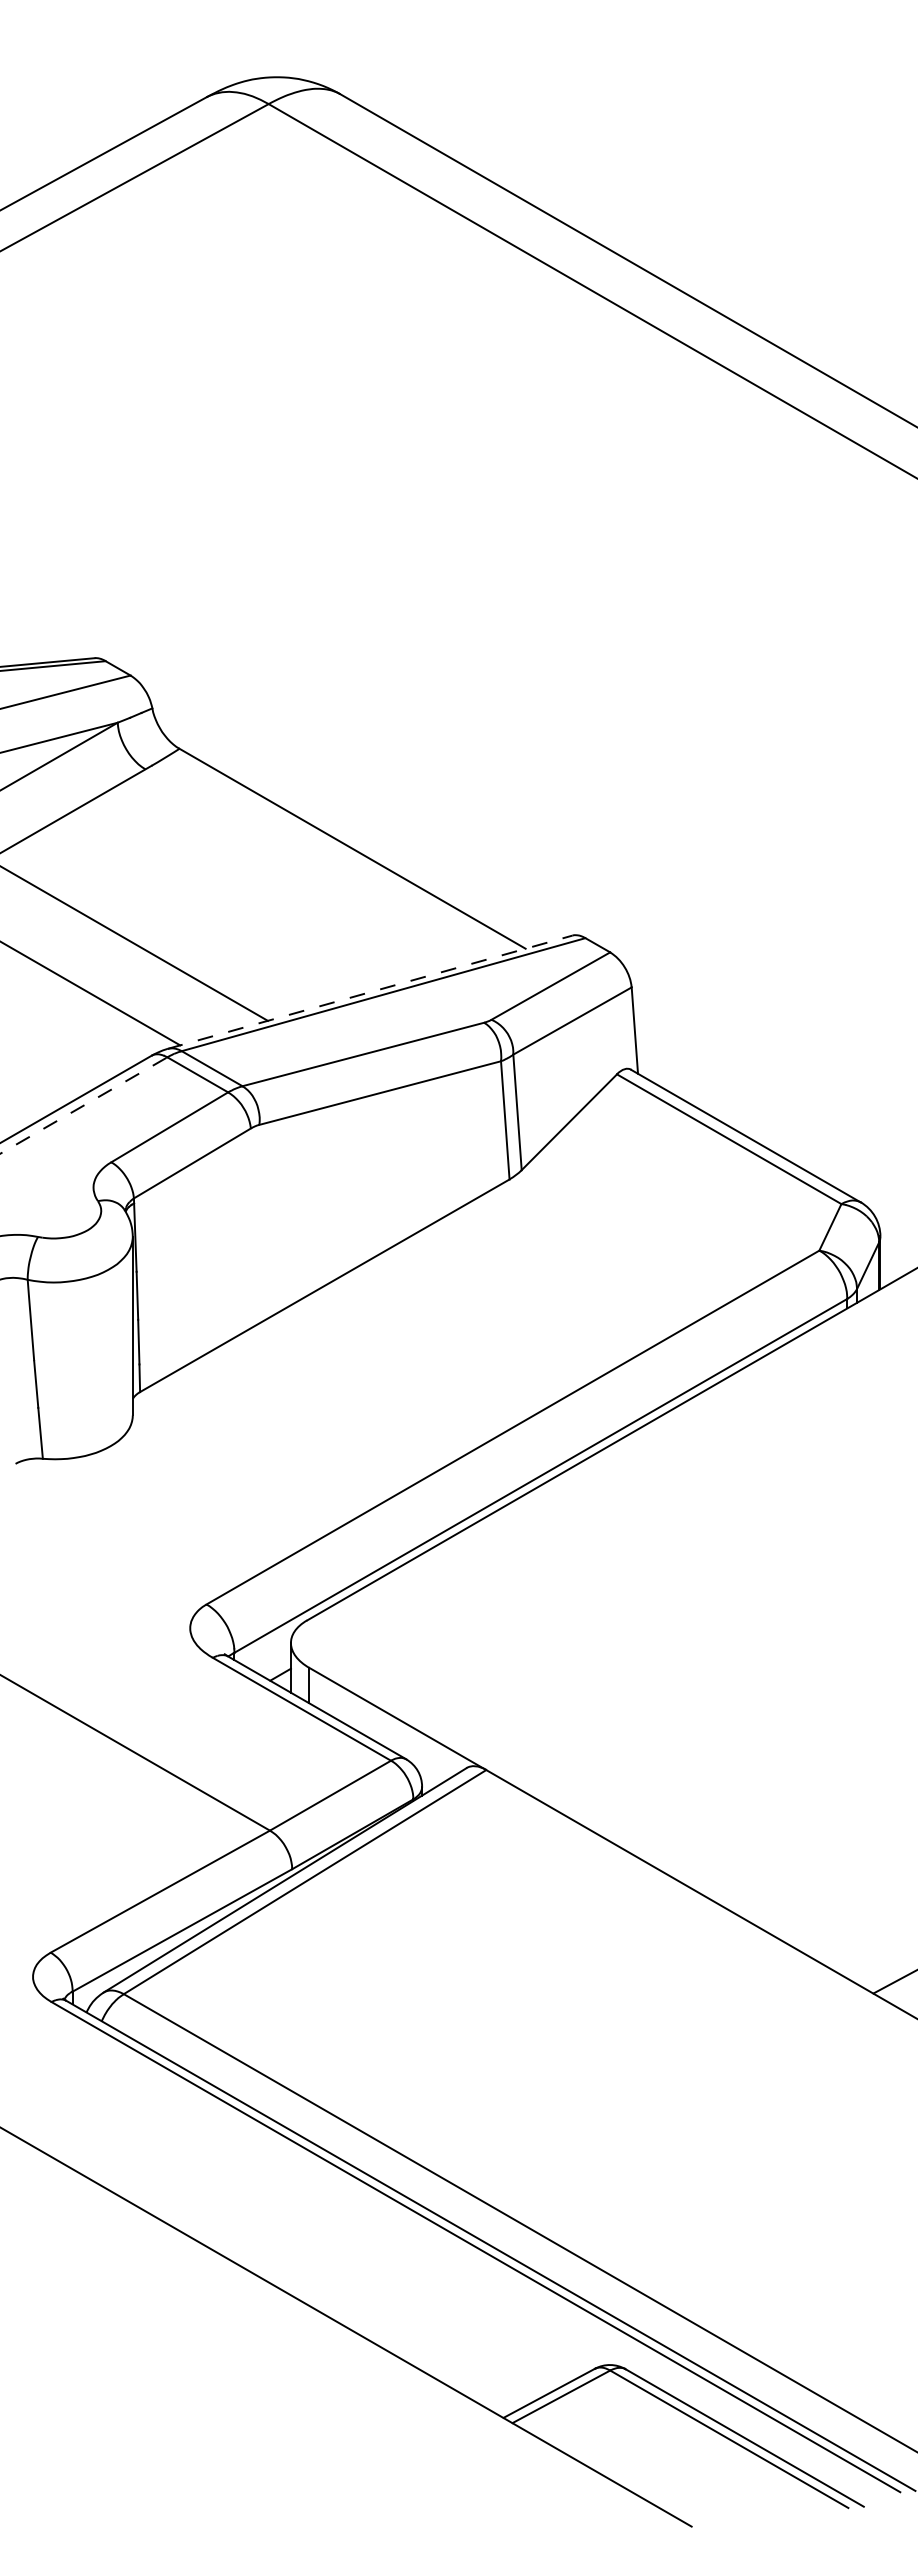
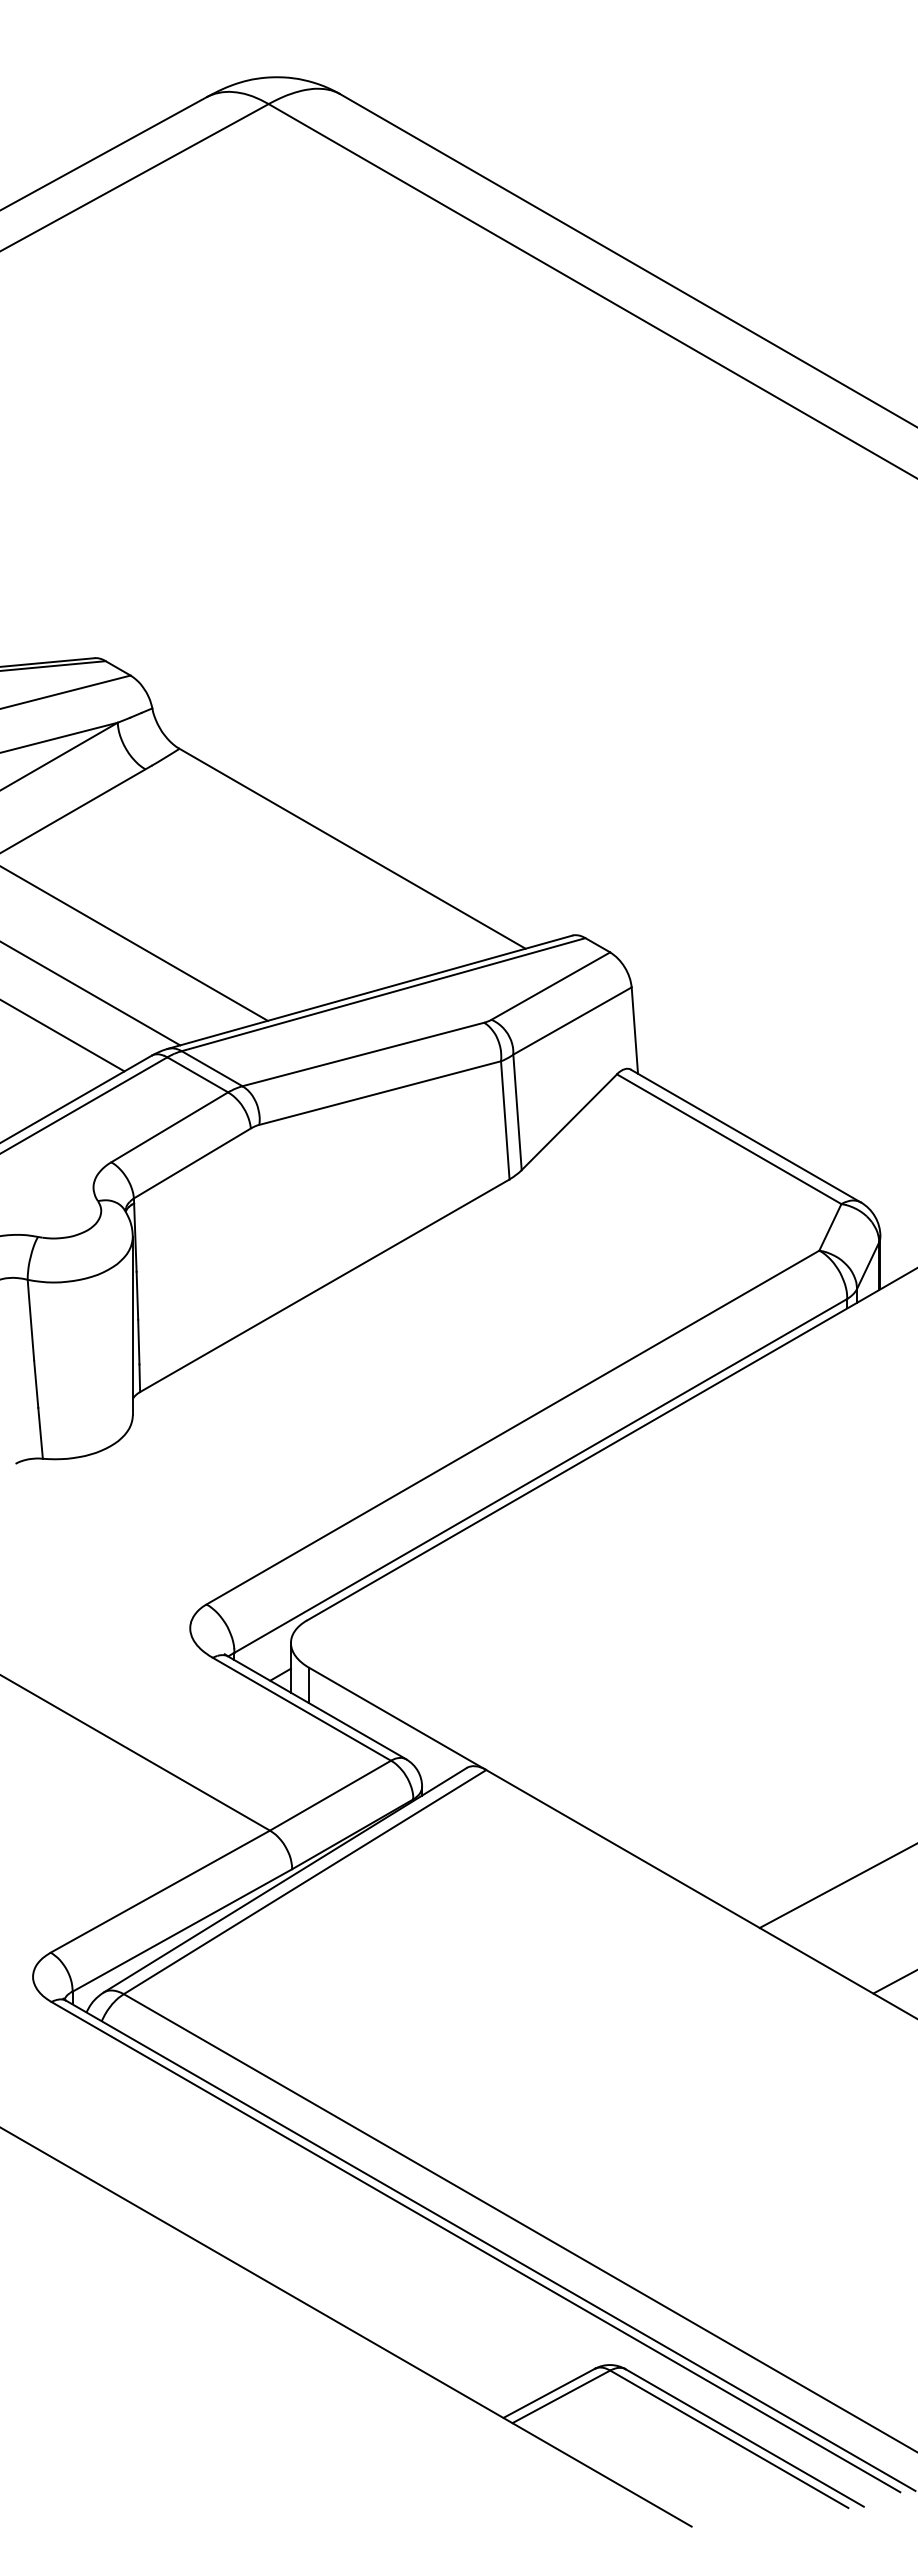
line at (370, 992): dashed -> solid
line at (63, 1035): none -> present
line at (84, 1105): dashed -> solid
line at (836, 1886): none -> present
